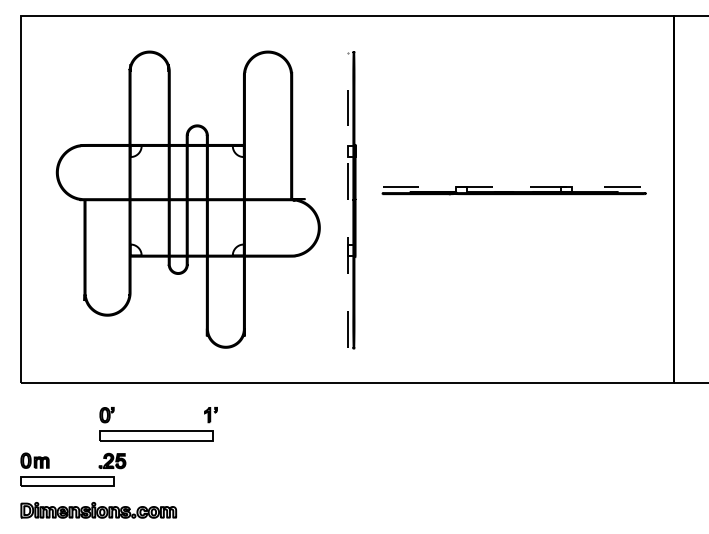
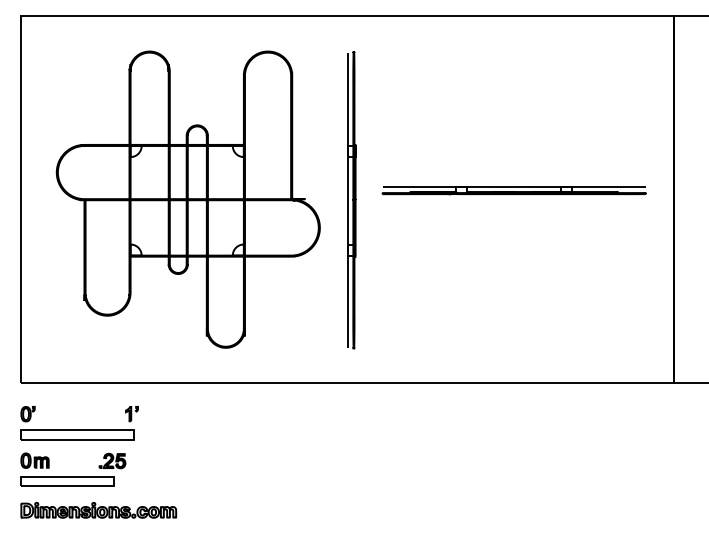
line at (514, 186): dashed -> solid
line at (348, 200): dashed -> solid
part at (158, 424) position: (158, 424) -> (79, 423)
